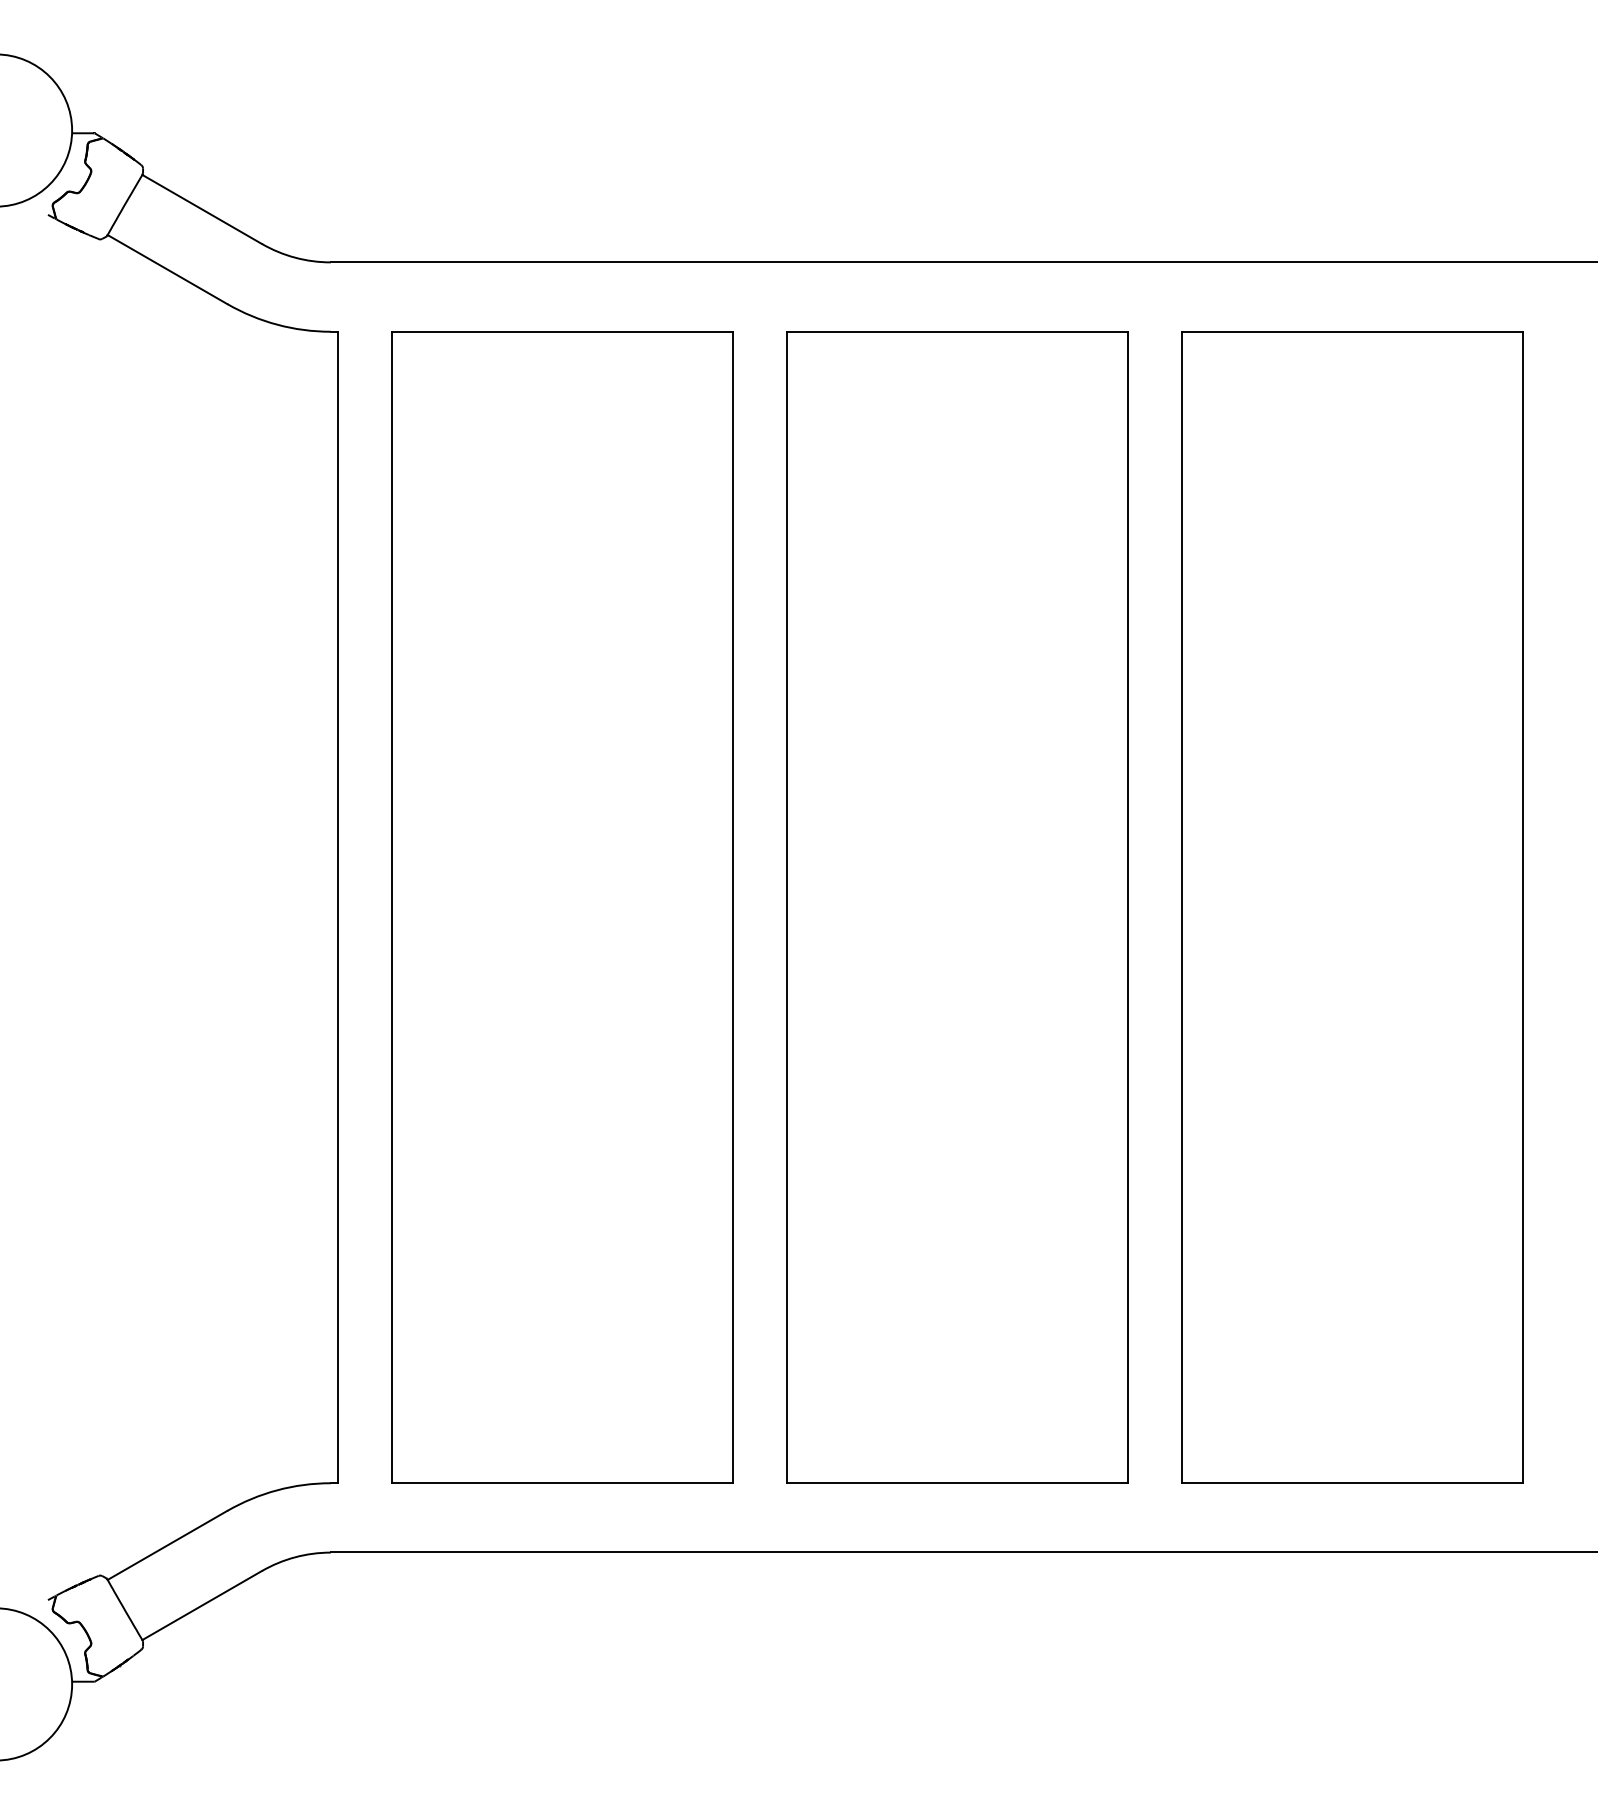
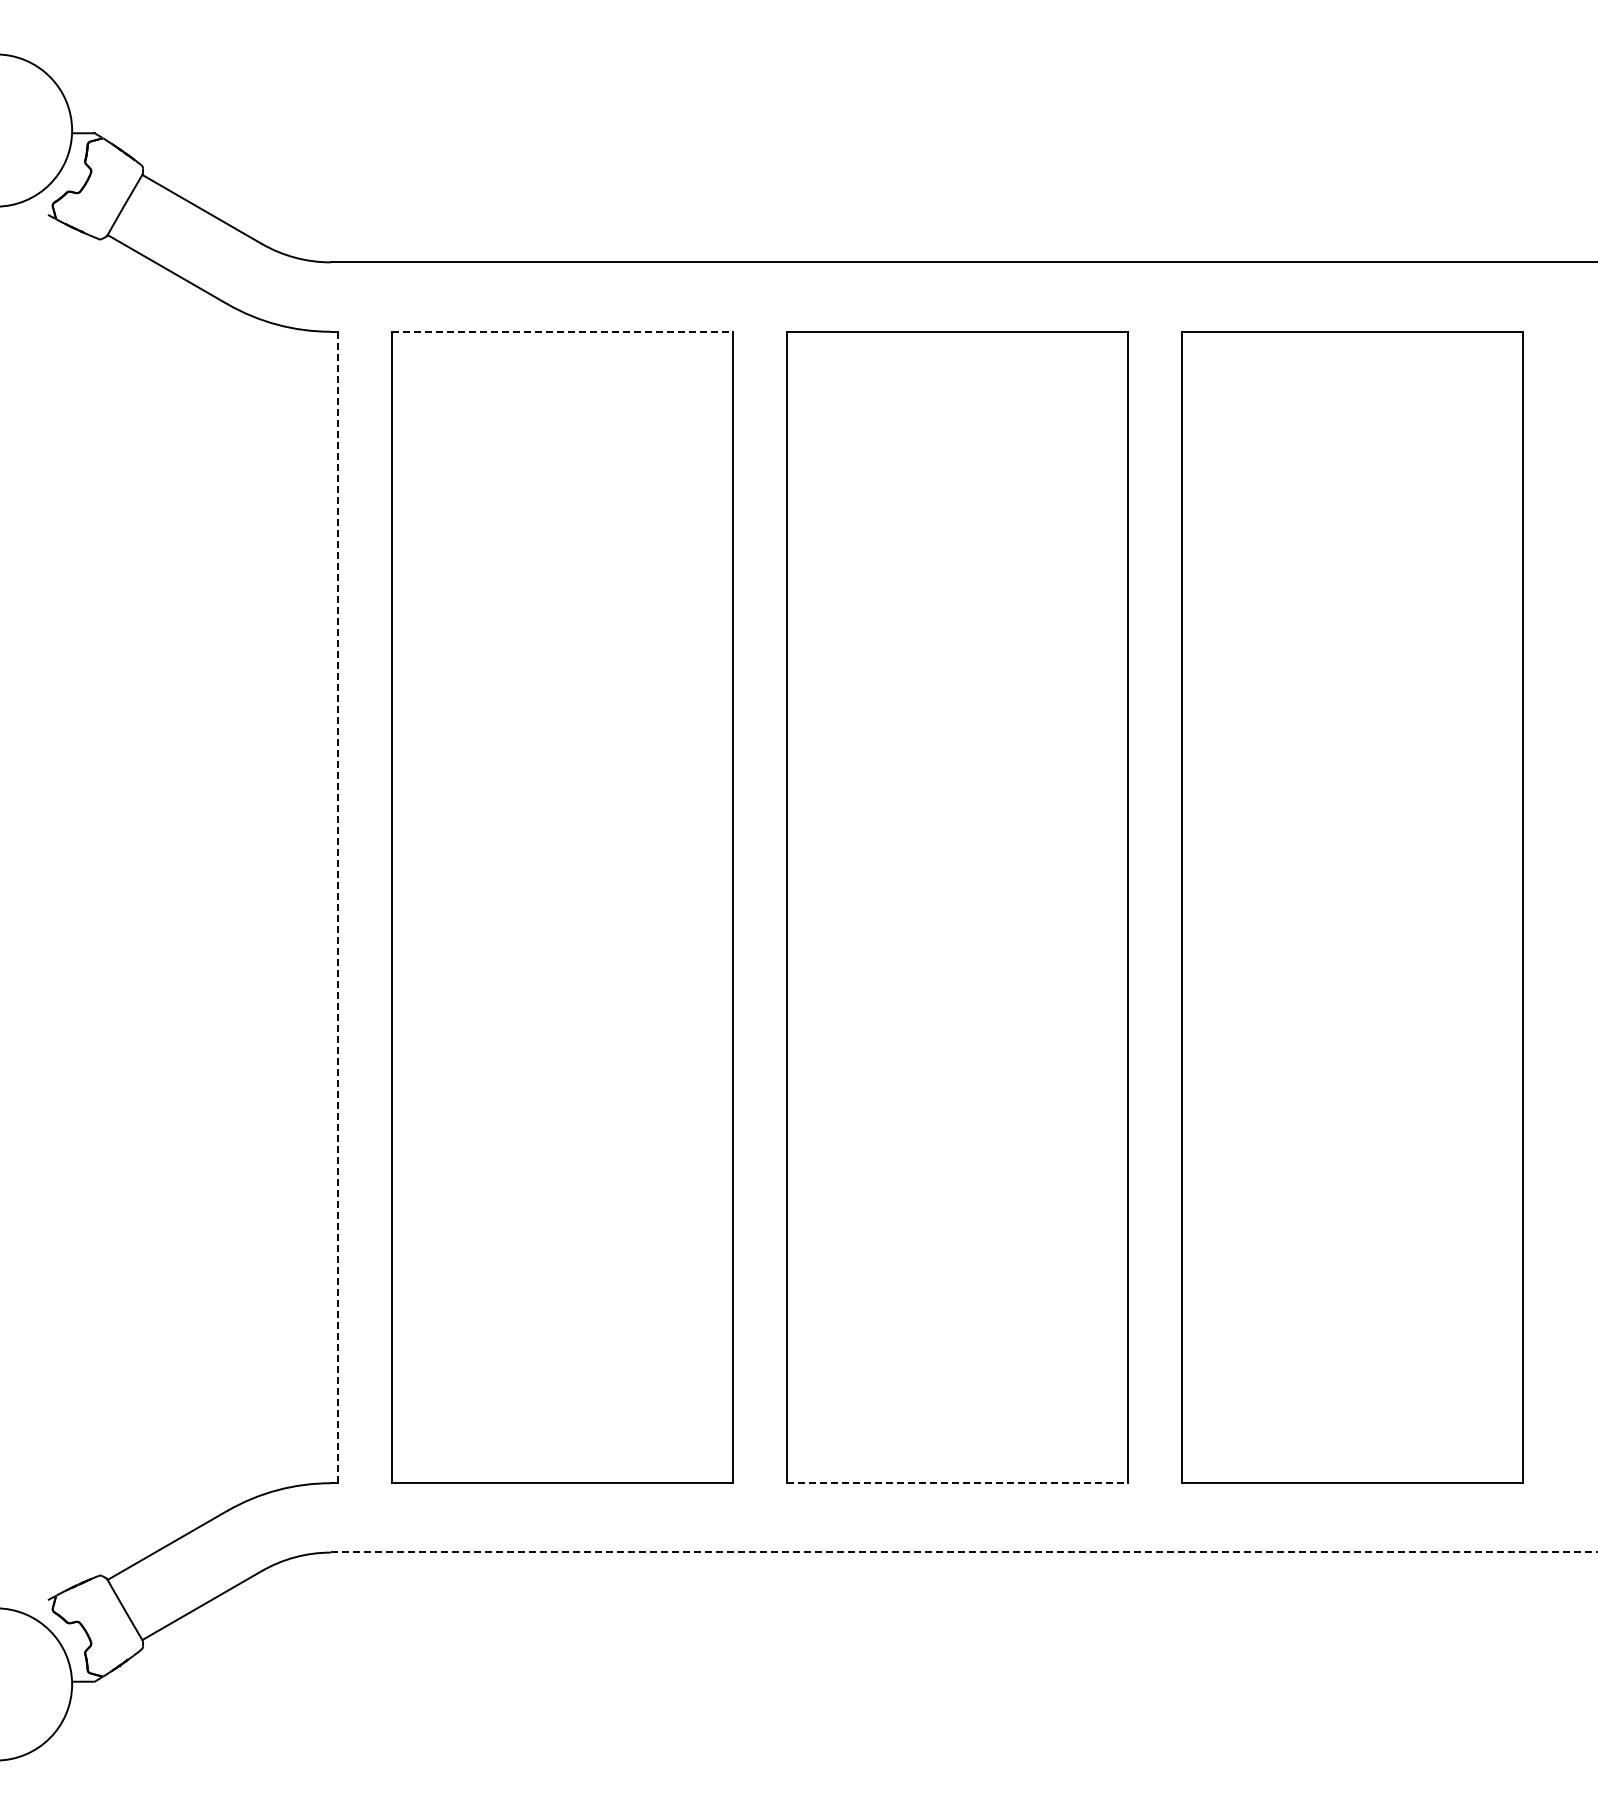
line at (563, 331): solid -> dashed
line at (337, 907): solid -> dashed
line at (958, 1483): solid -> dashed
line at (964, 1552): solid -> dashed
